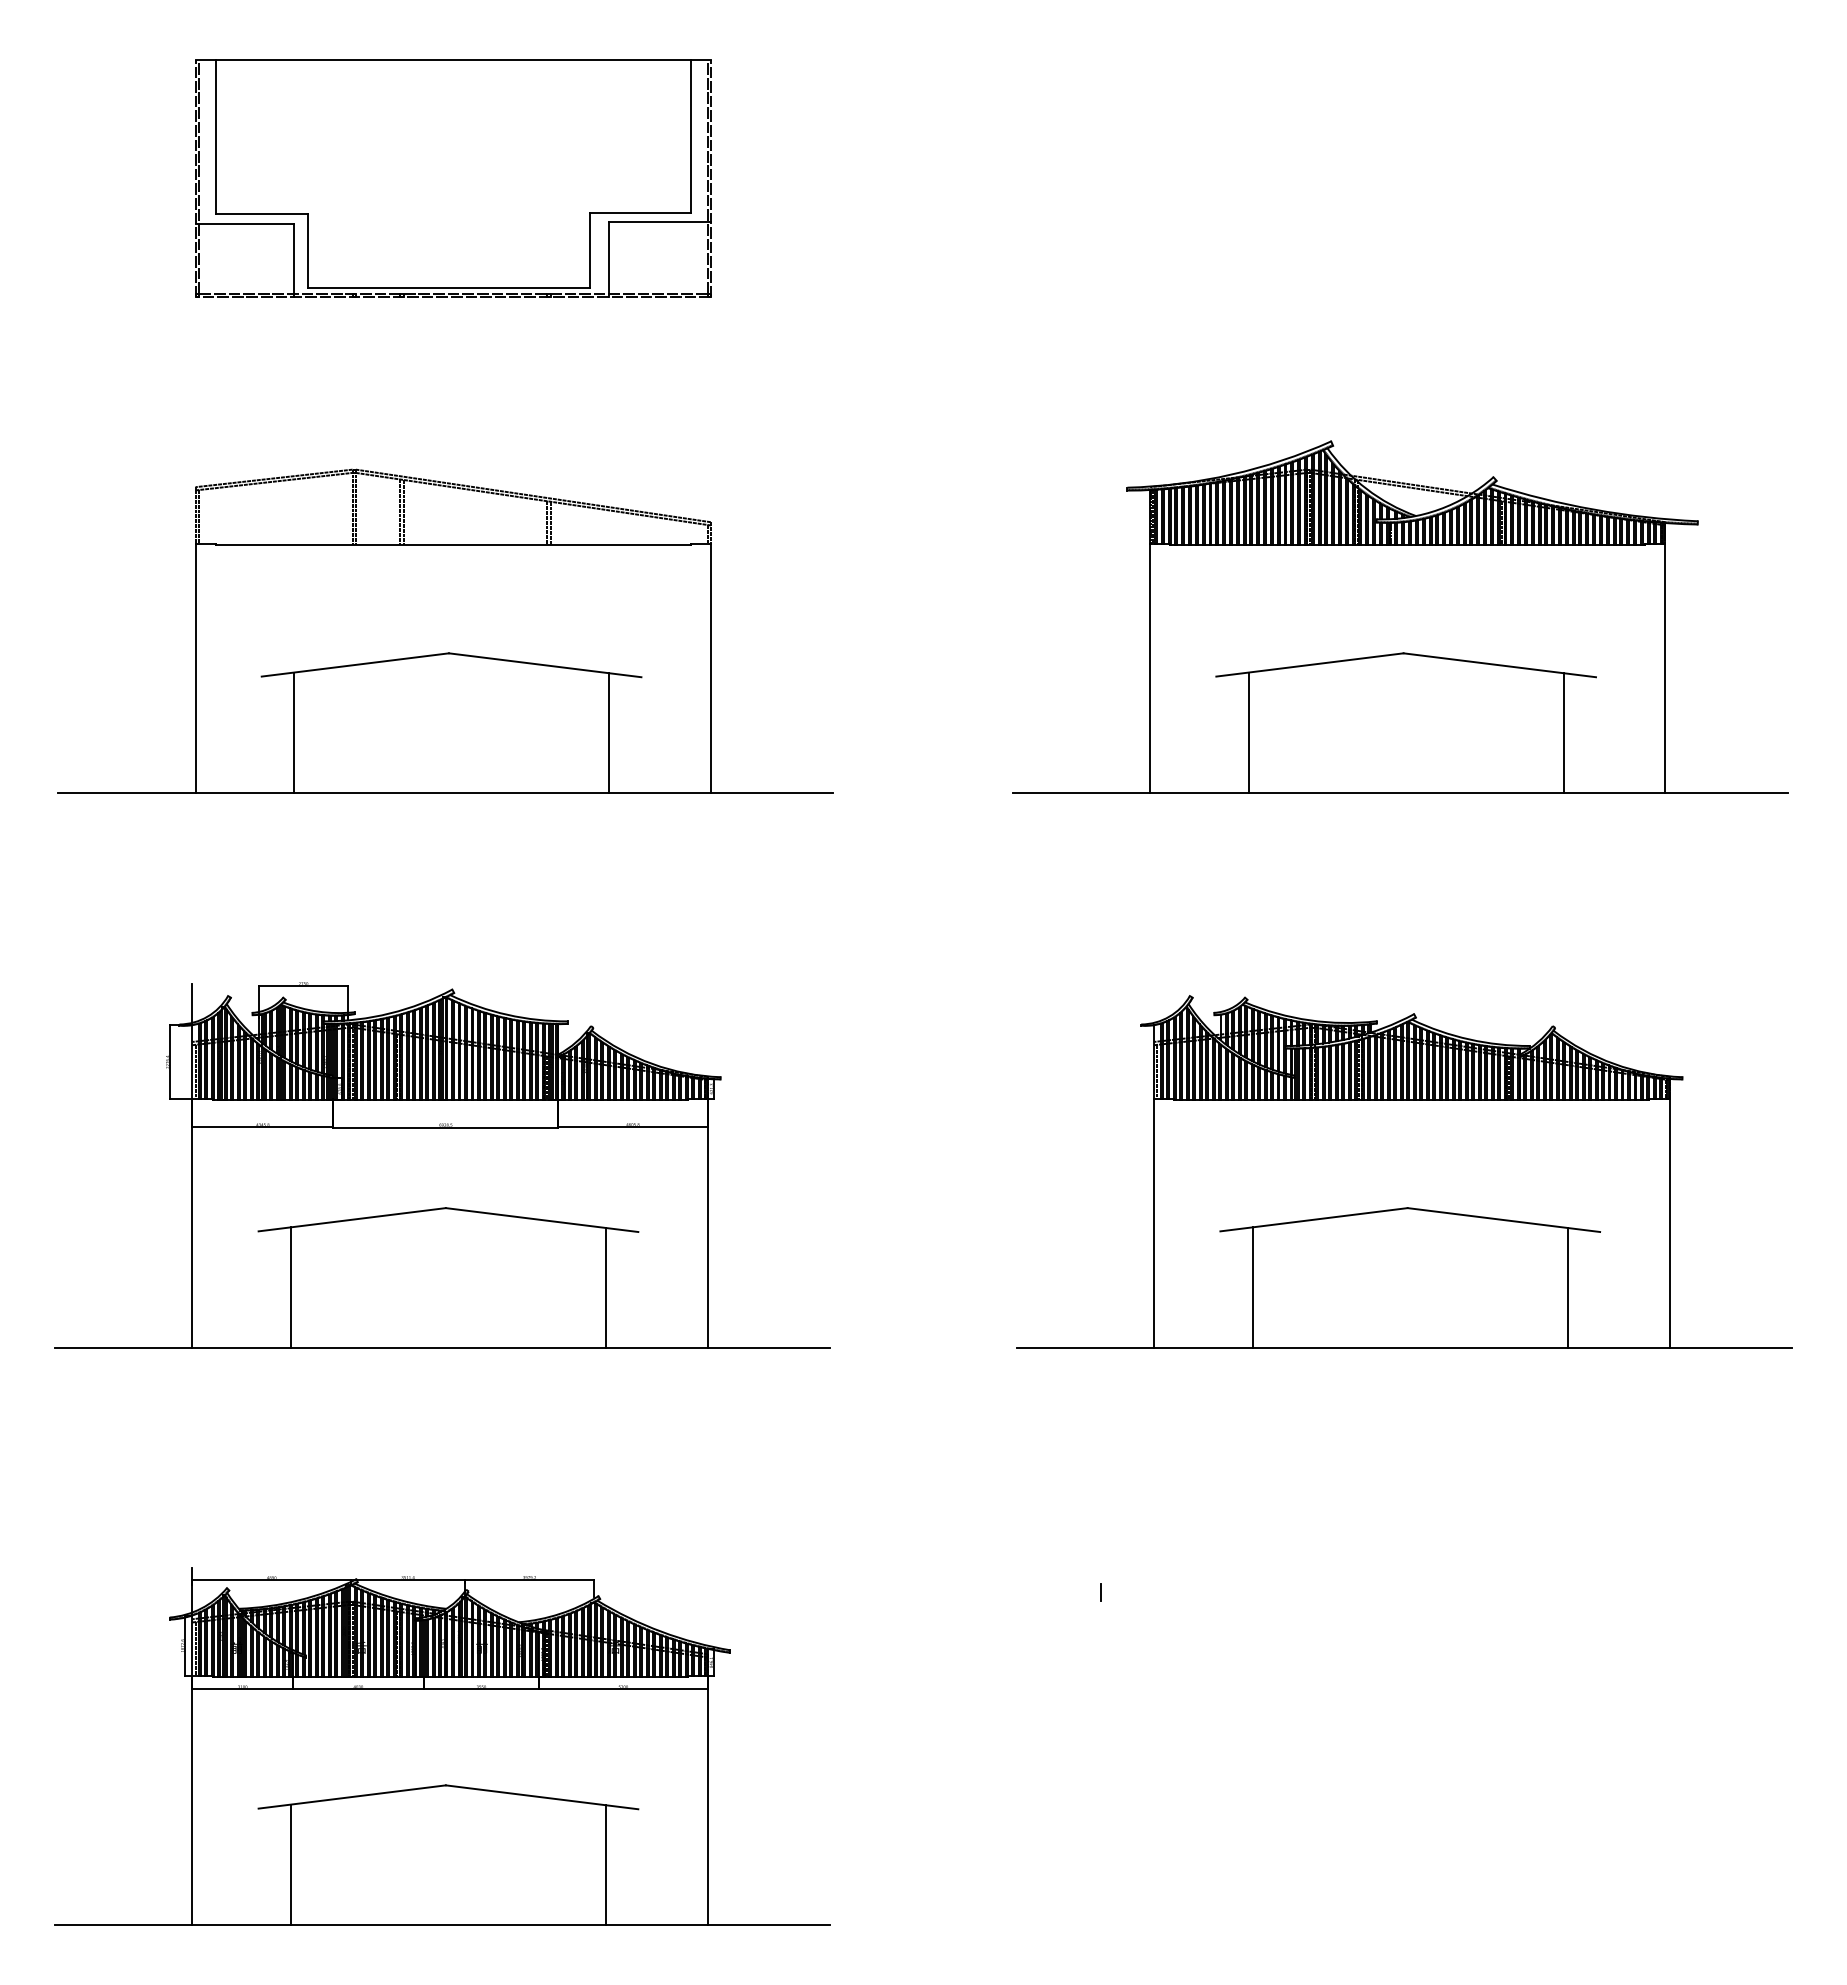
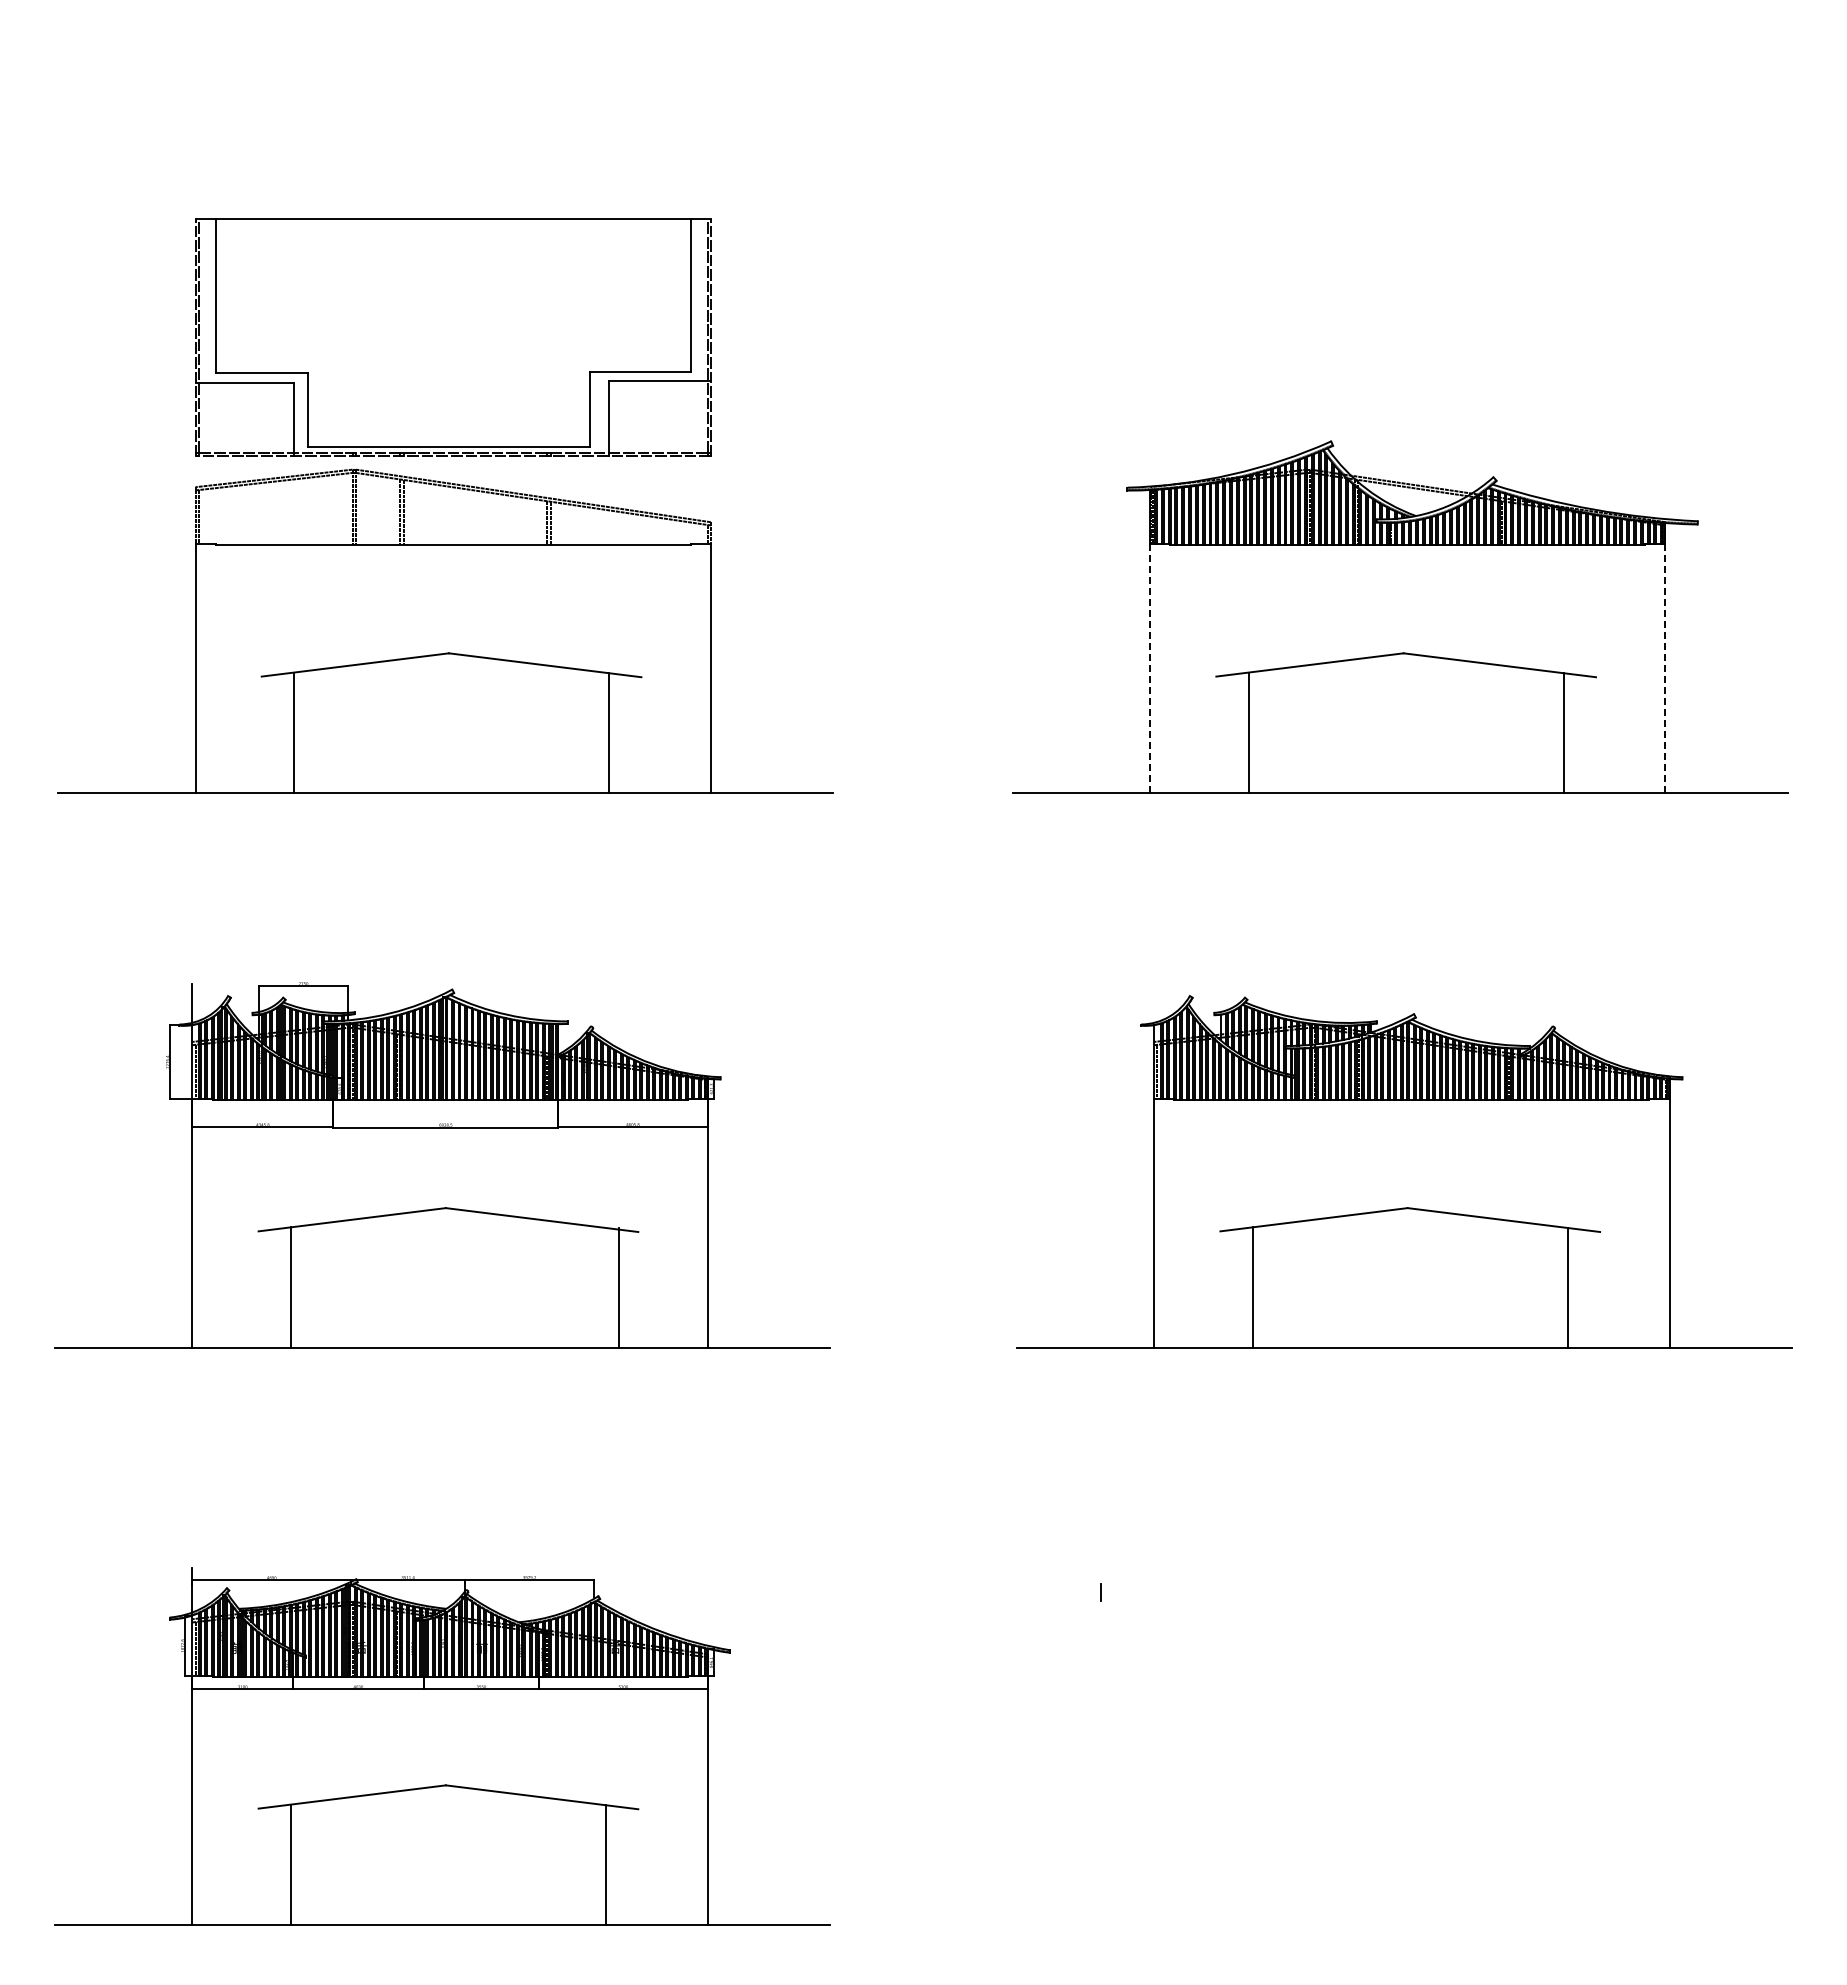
part at (453, 178) position: (453, 178) -> (453, 337)
line at (1150, 668): solid -> dashed
line at (1665, 668): solid -> dashed
line at (605, 1287) position: (605, 1287) -> (618, 1287)
